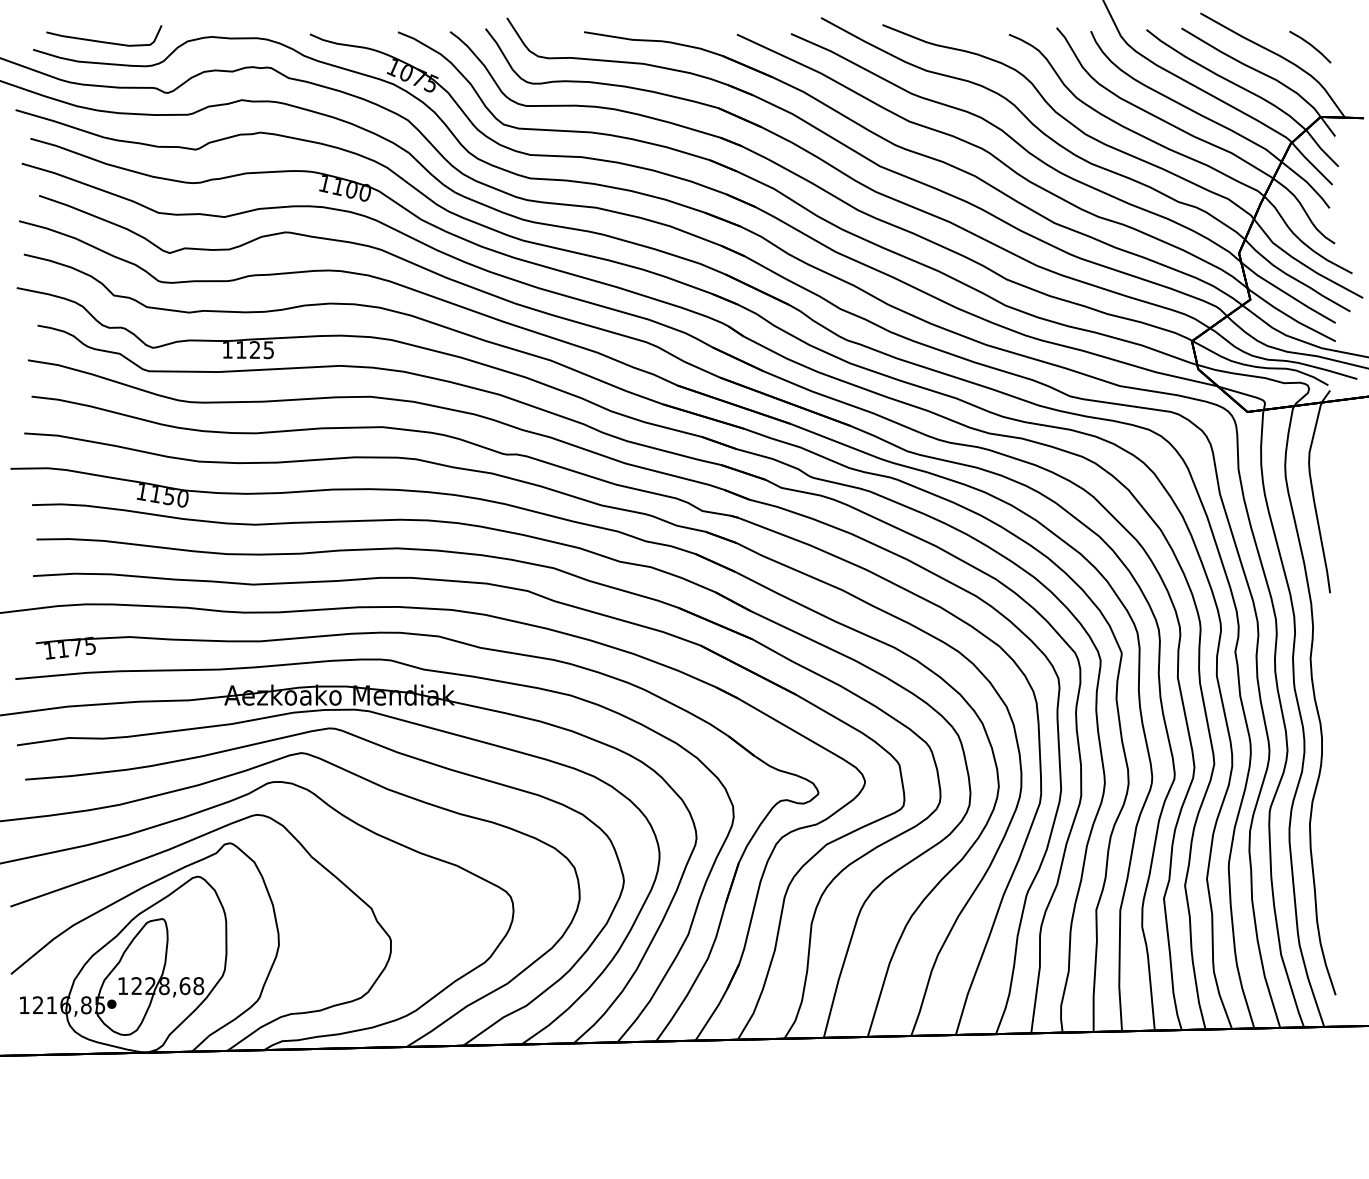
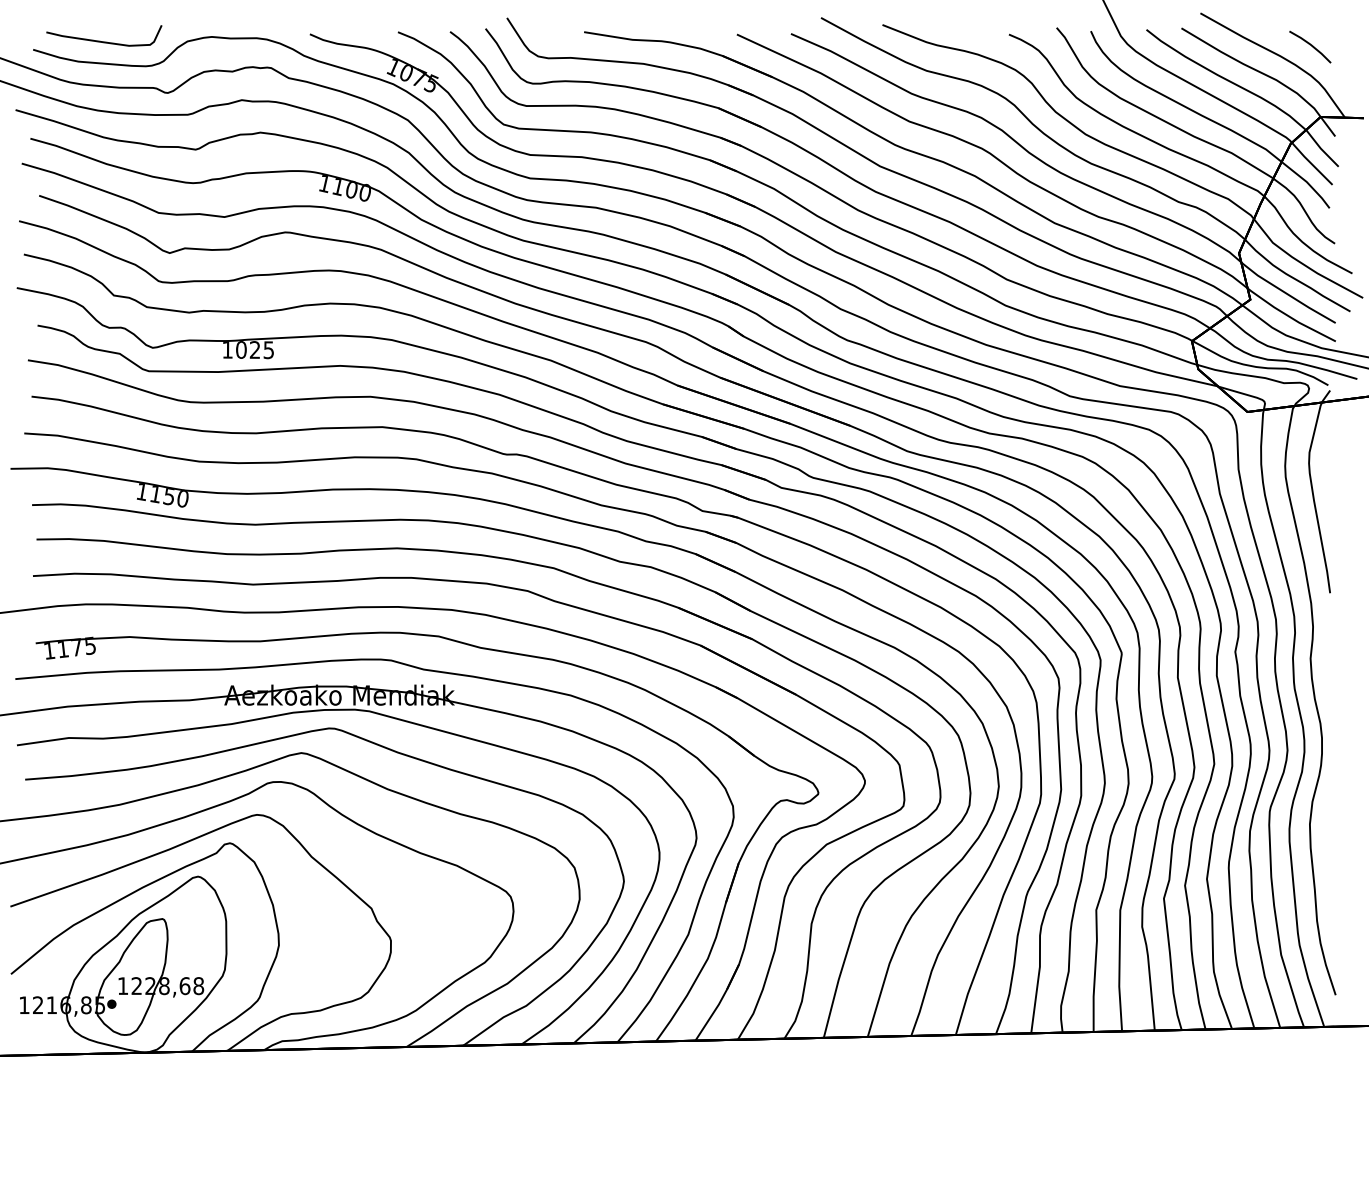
text at (241, 349): 1125 -> 1025
